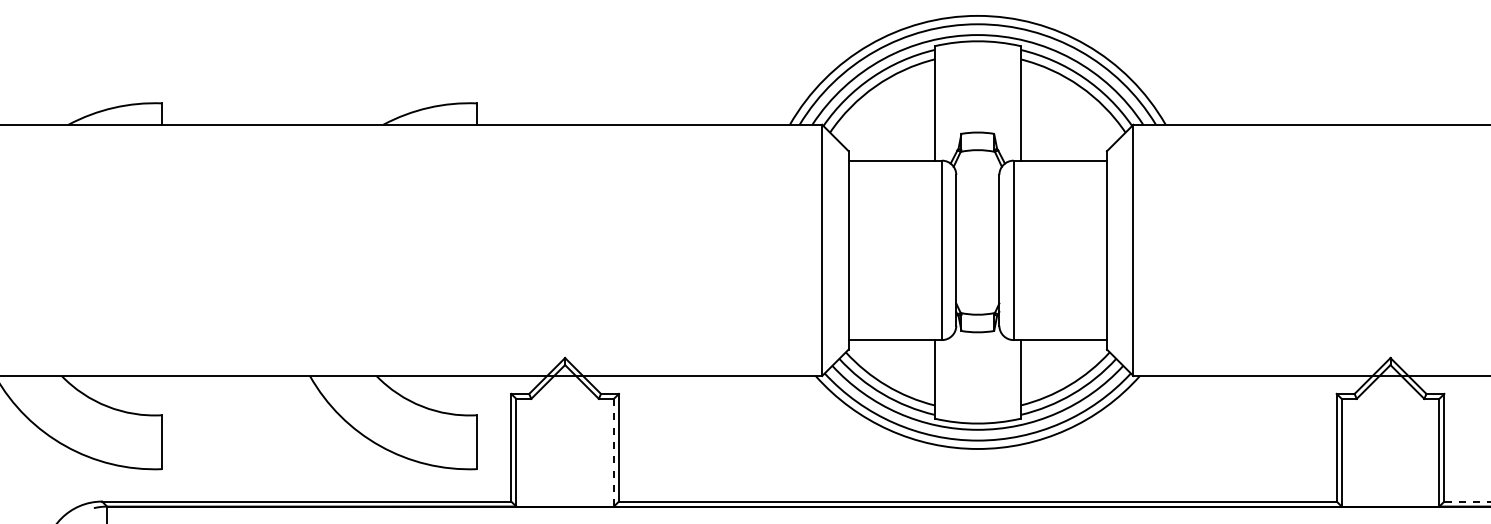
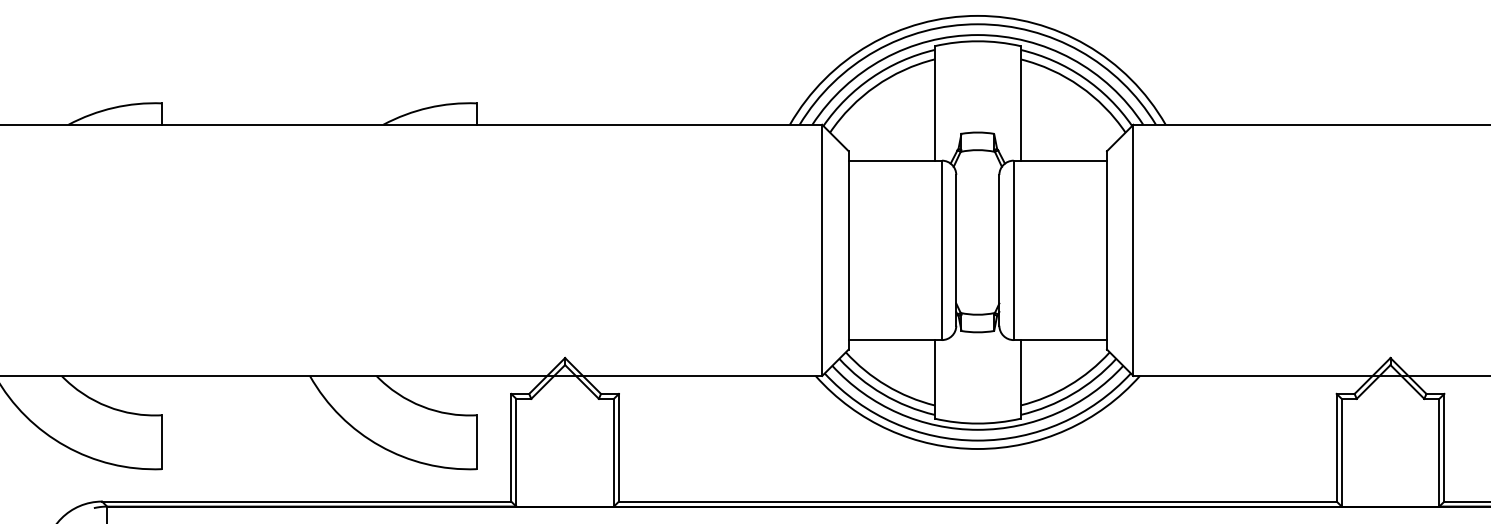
line at (613, 452): dashed -> solid
line at (1467, 501): dashed -> solid
